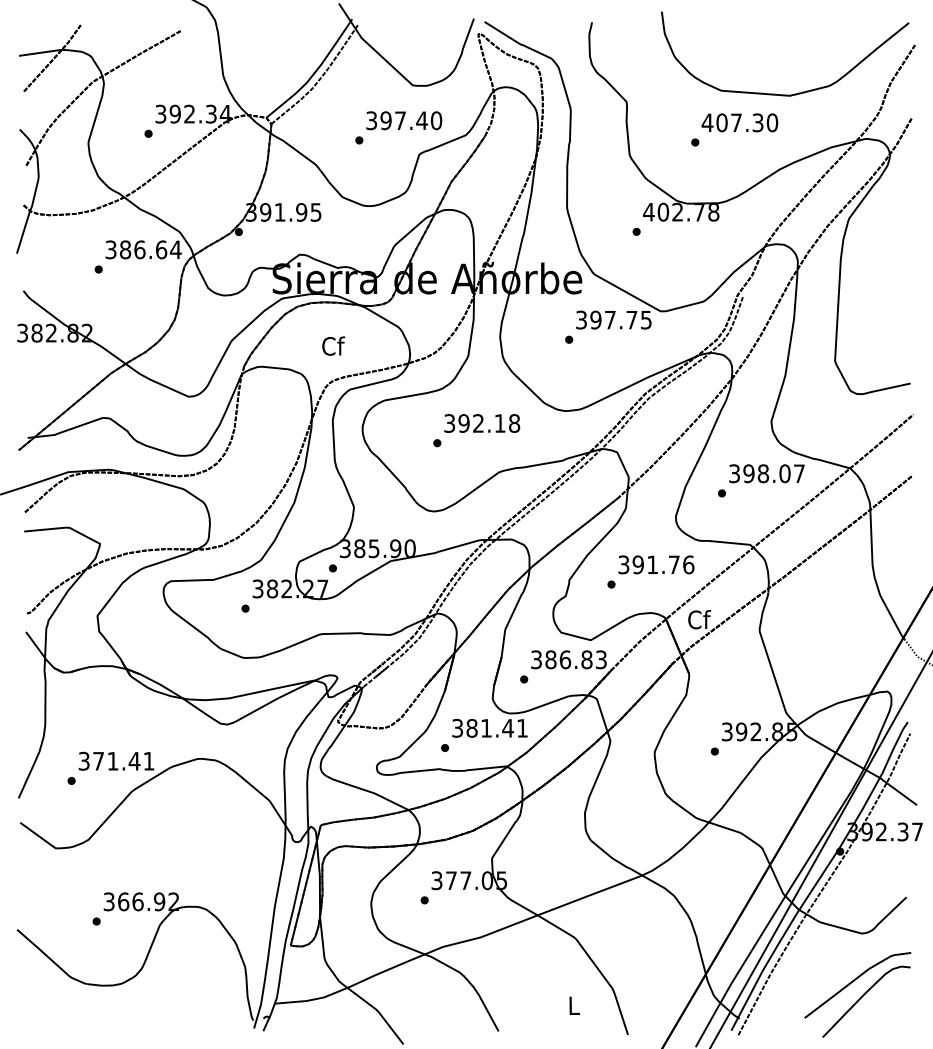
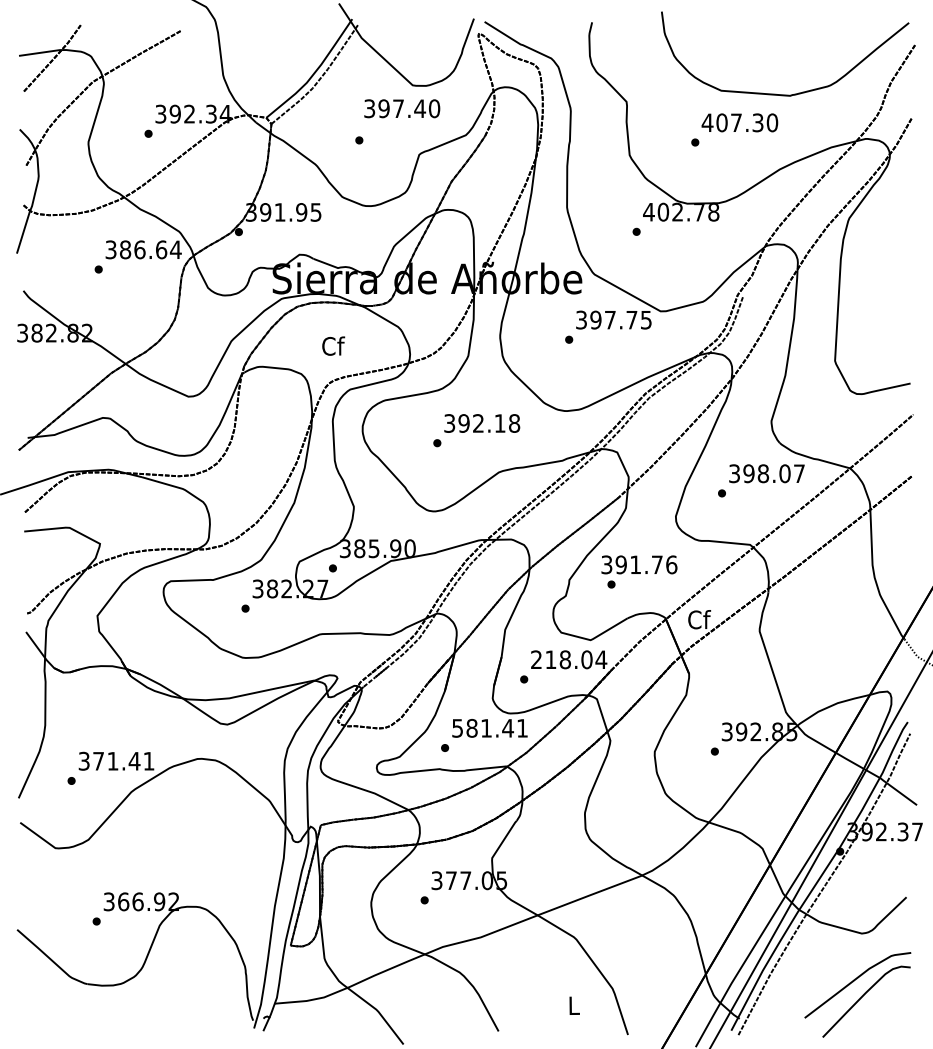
text at (404, 120) position: (404, 120) -> (402, 108)
text at (656, 564) position: (656, 564) -> (639, 564)
text at (569, 659): 386.83 -> 218.04
text at (457, 727): 381.41 -> 581.41
